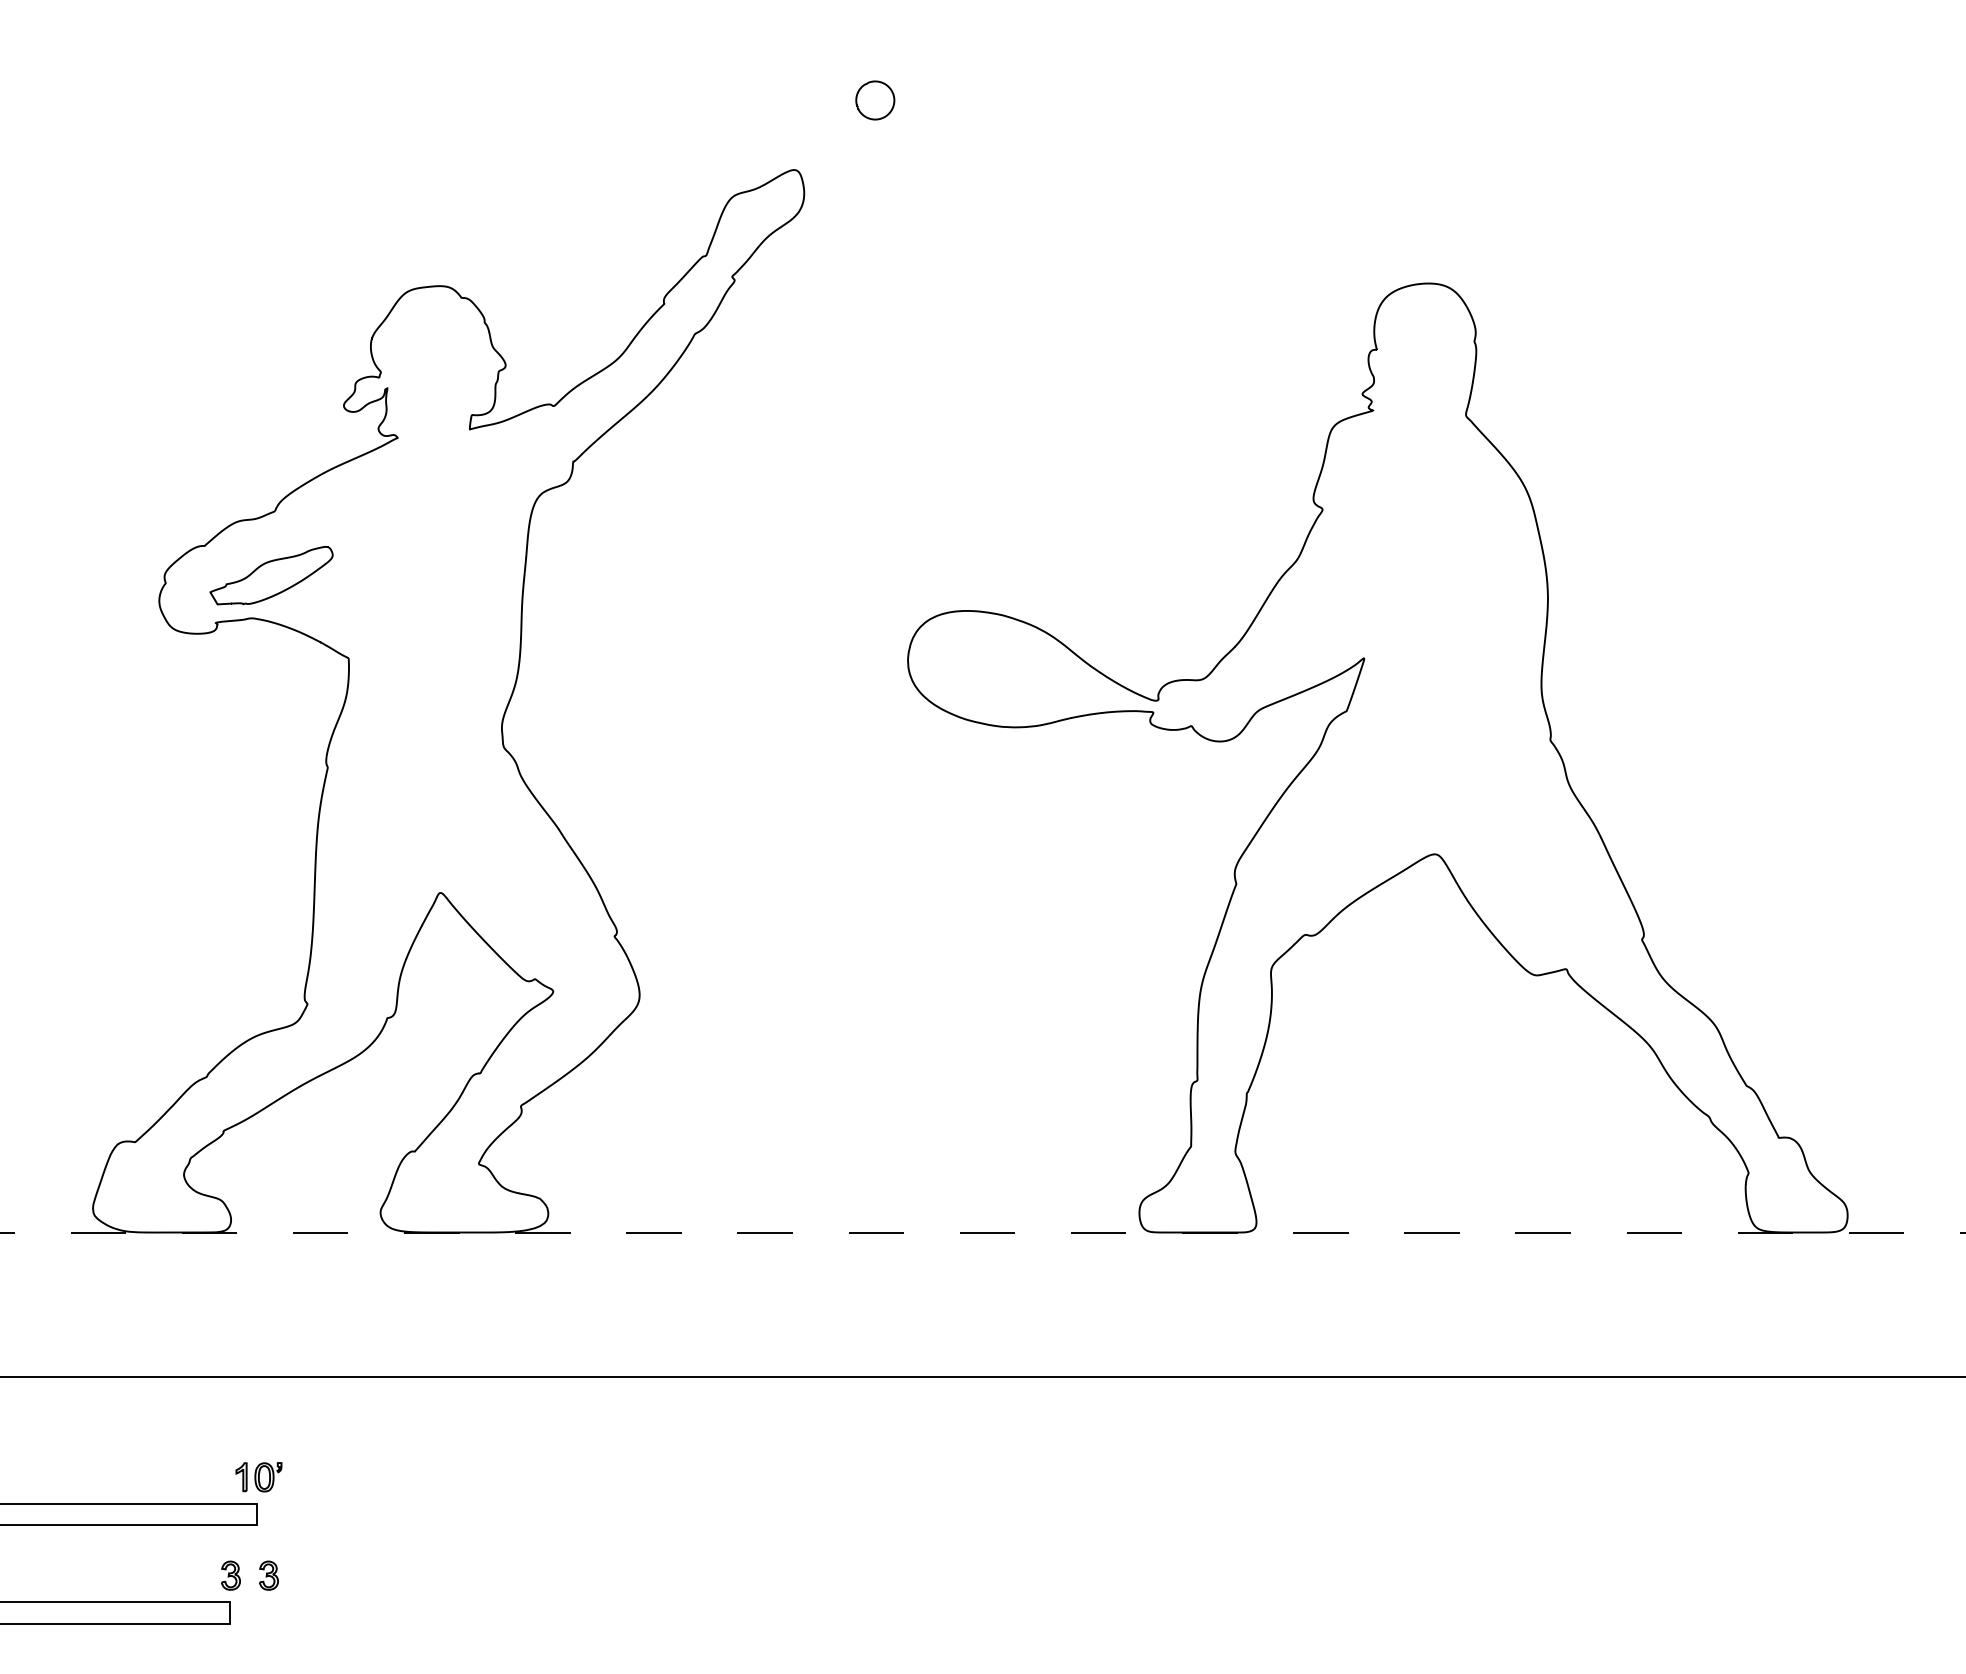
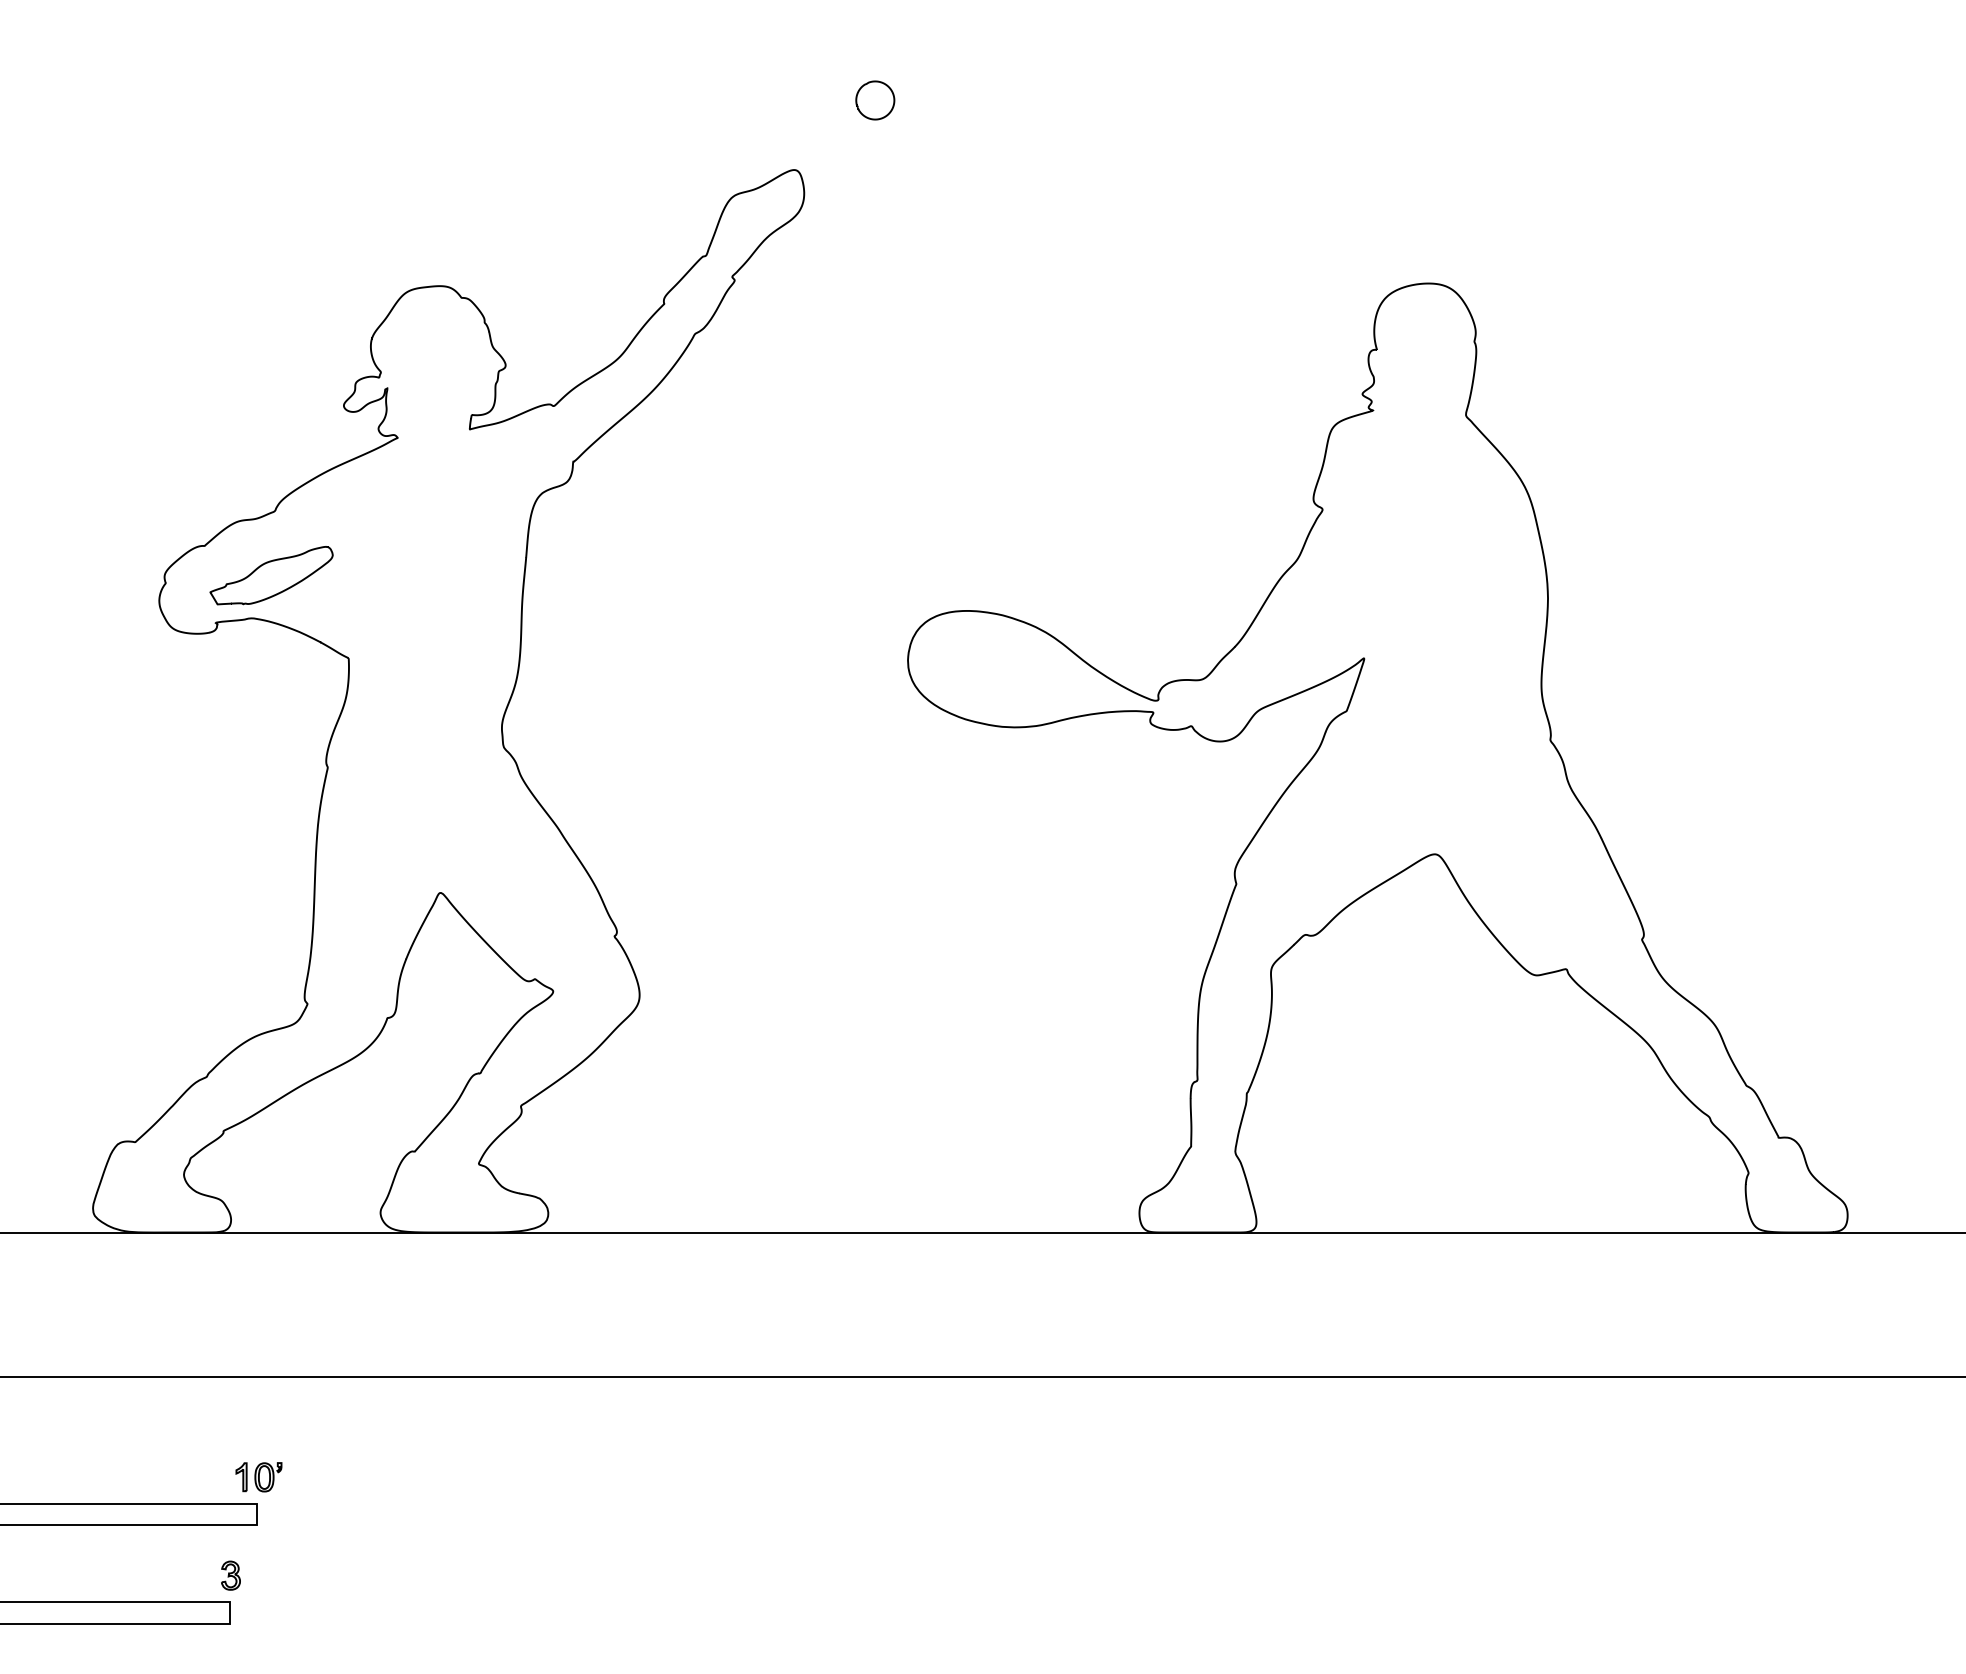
line at (983, 1232): dashed -> solid
part at (268, 1575): present -> none
